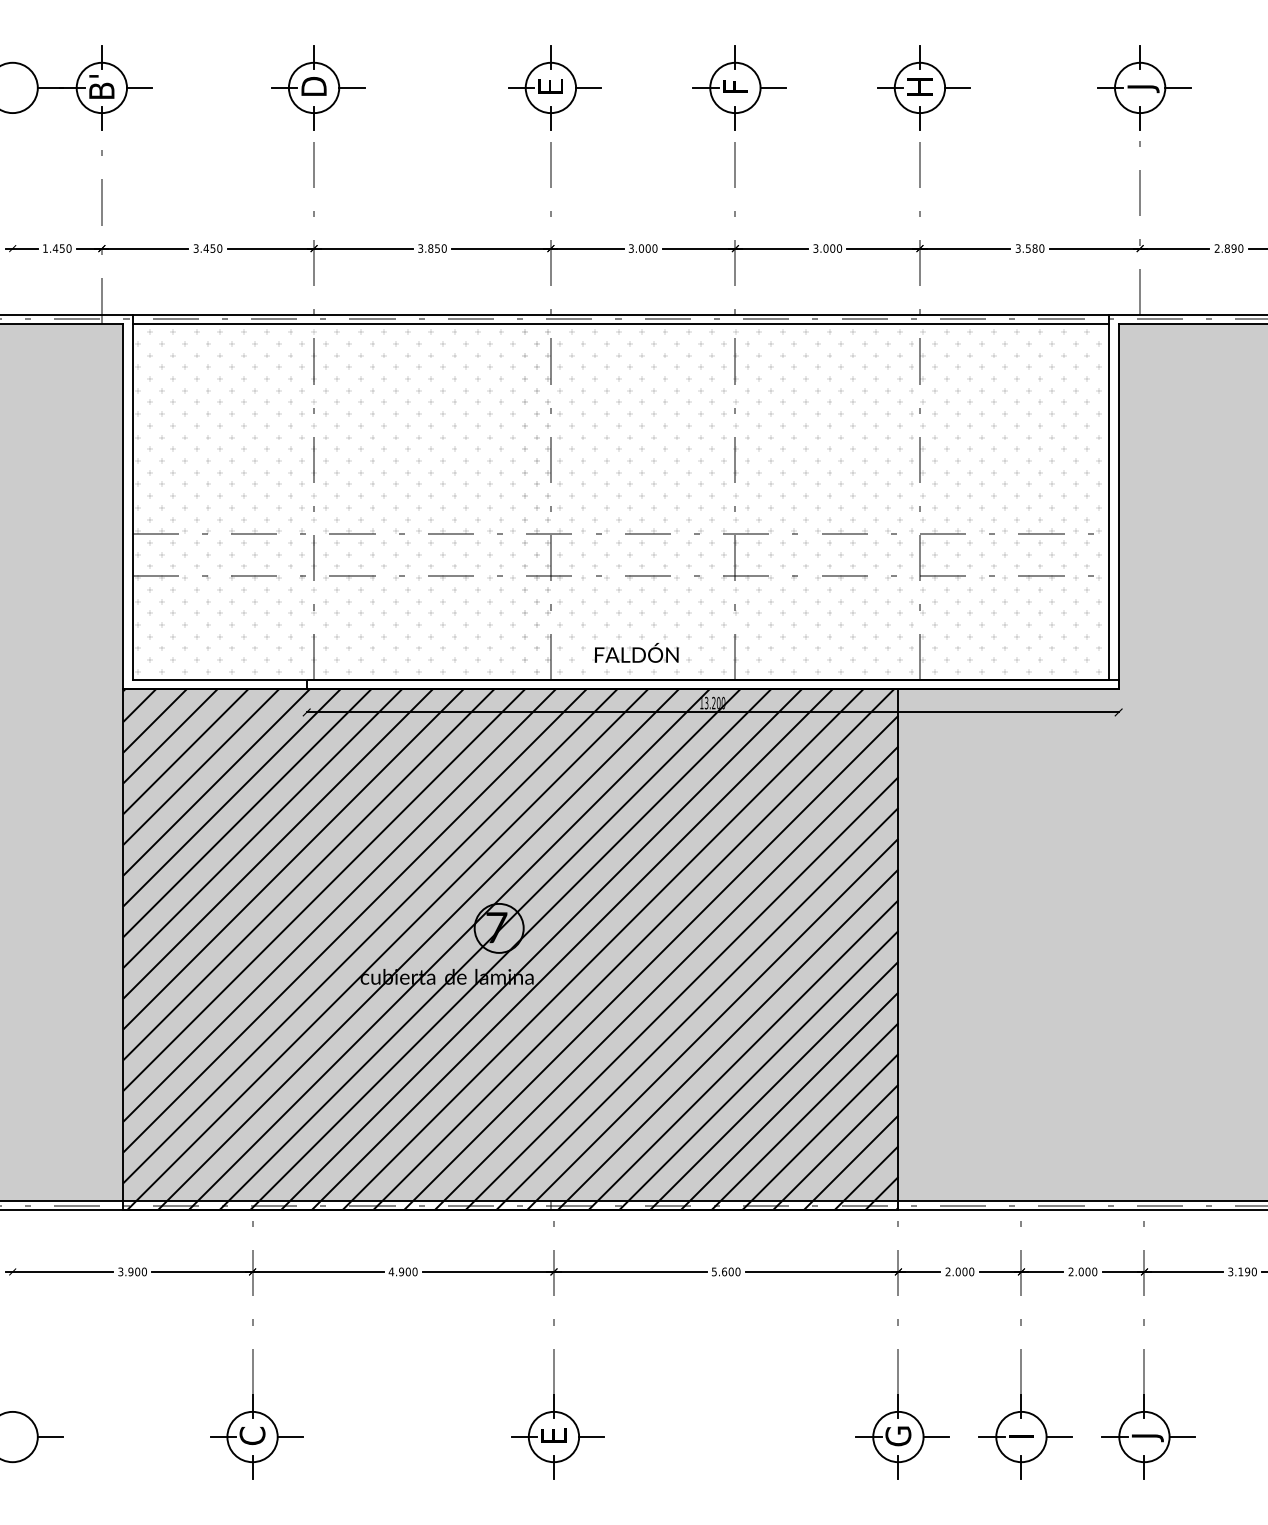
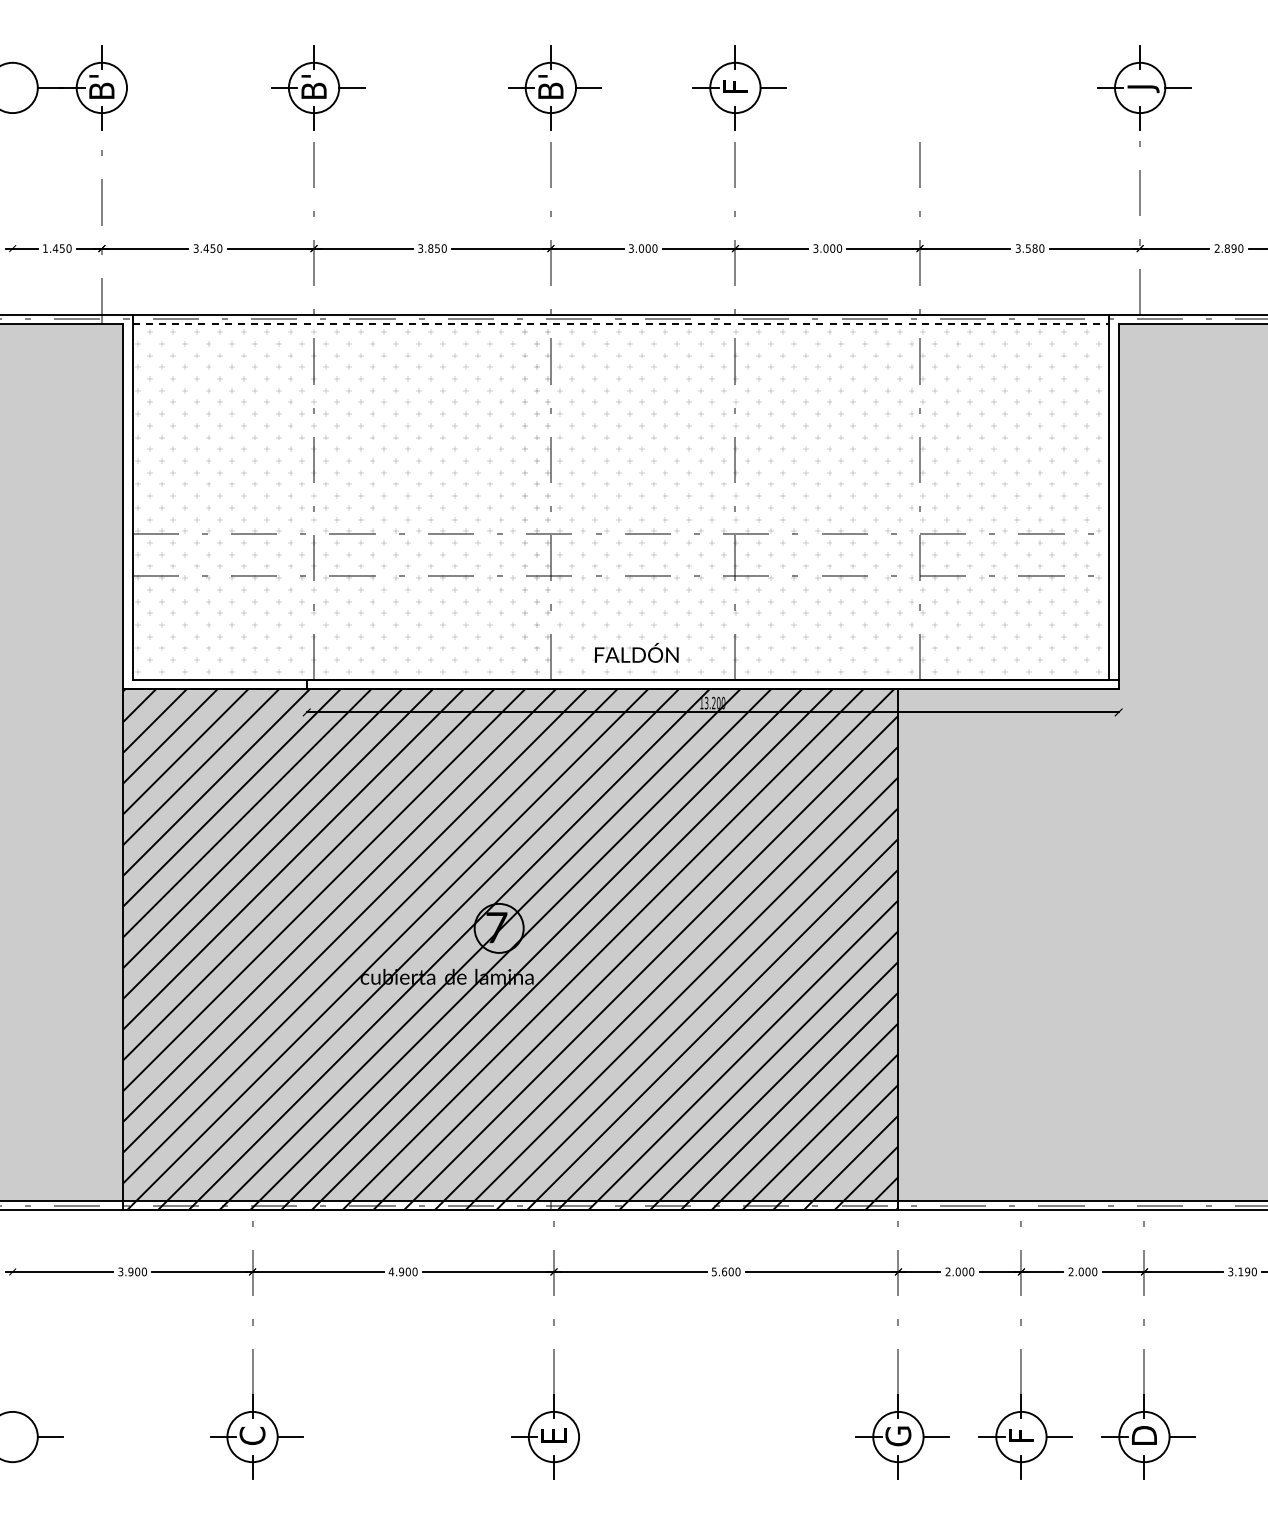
text at (313, 86): D -> B'
text at (550, 86): E -> B'
line at (139, 87): present -> none
part at (923, 87): present -> none
line at (621, 323): solid -> dashed
text at (1021, 1435): I -> F
text at (1147, 1435): J -> D
line at (591, 1437): present -> none
